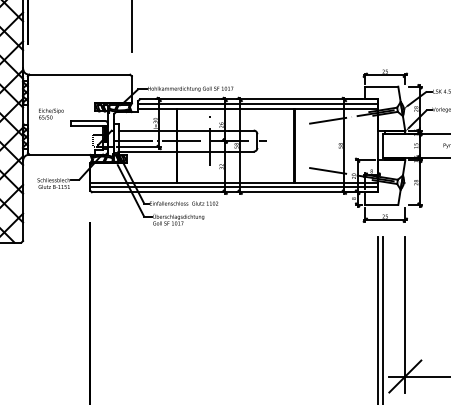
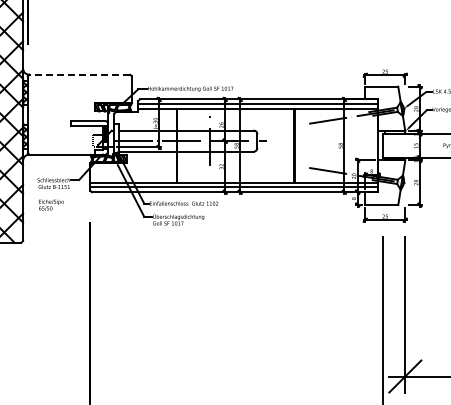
line at (131, 27): present -> none
line at (79, 74): solid -> dashed
text at (51, 113) position: (51, 113) -> (51, 204)
line at (378, 319): present -> none
